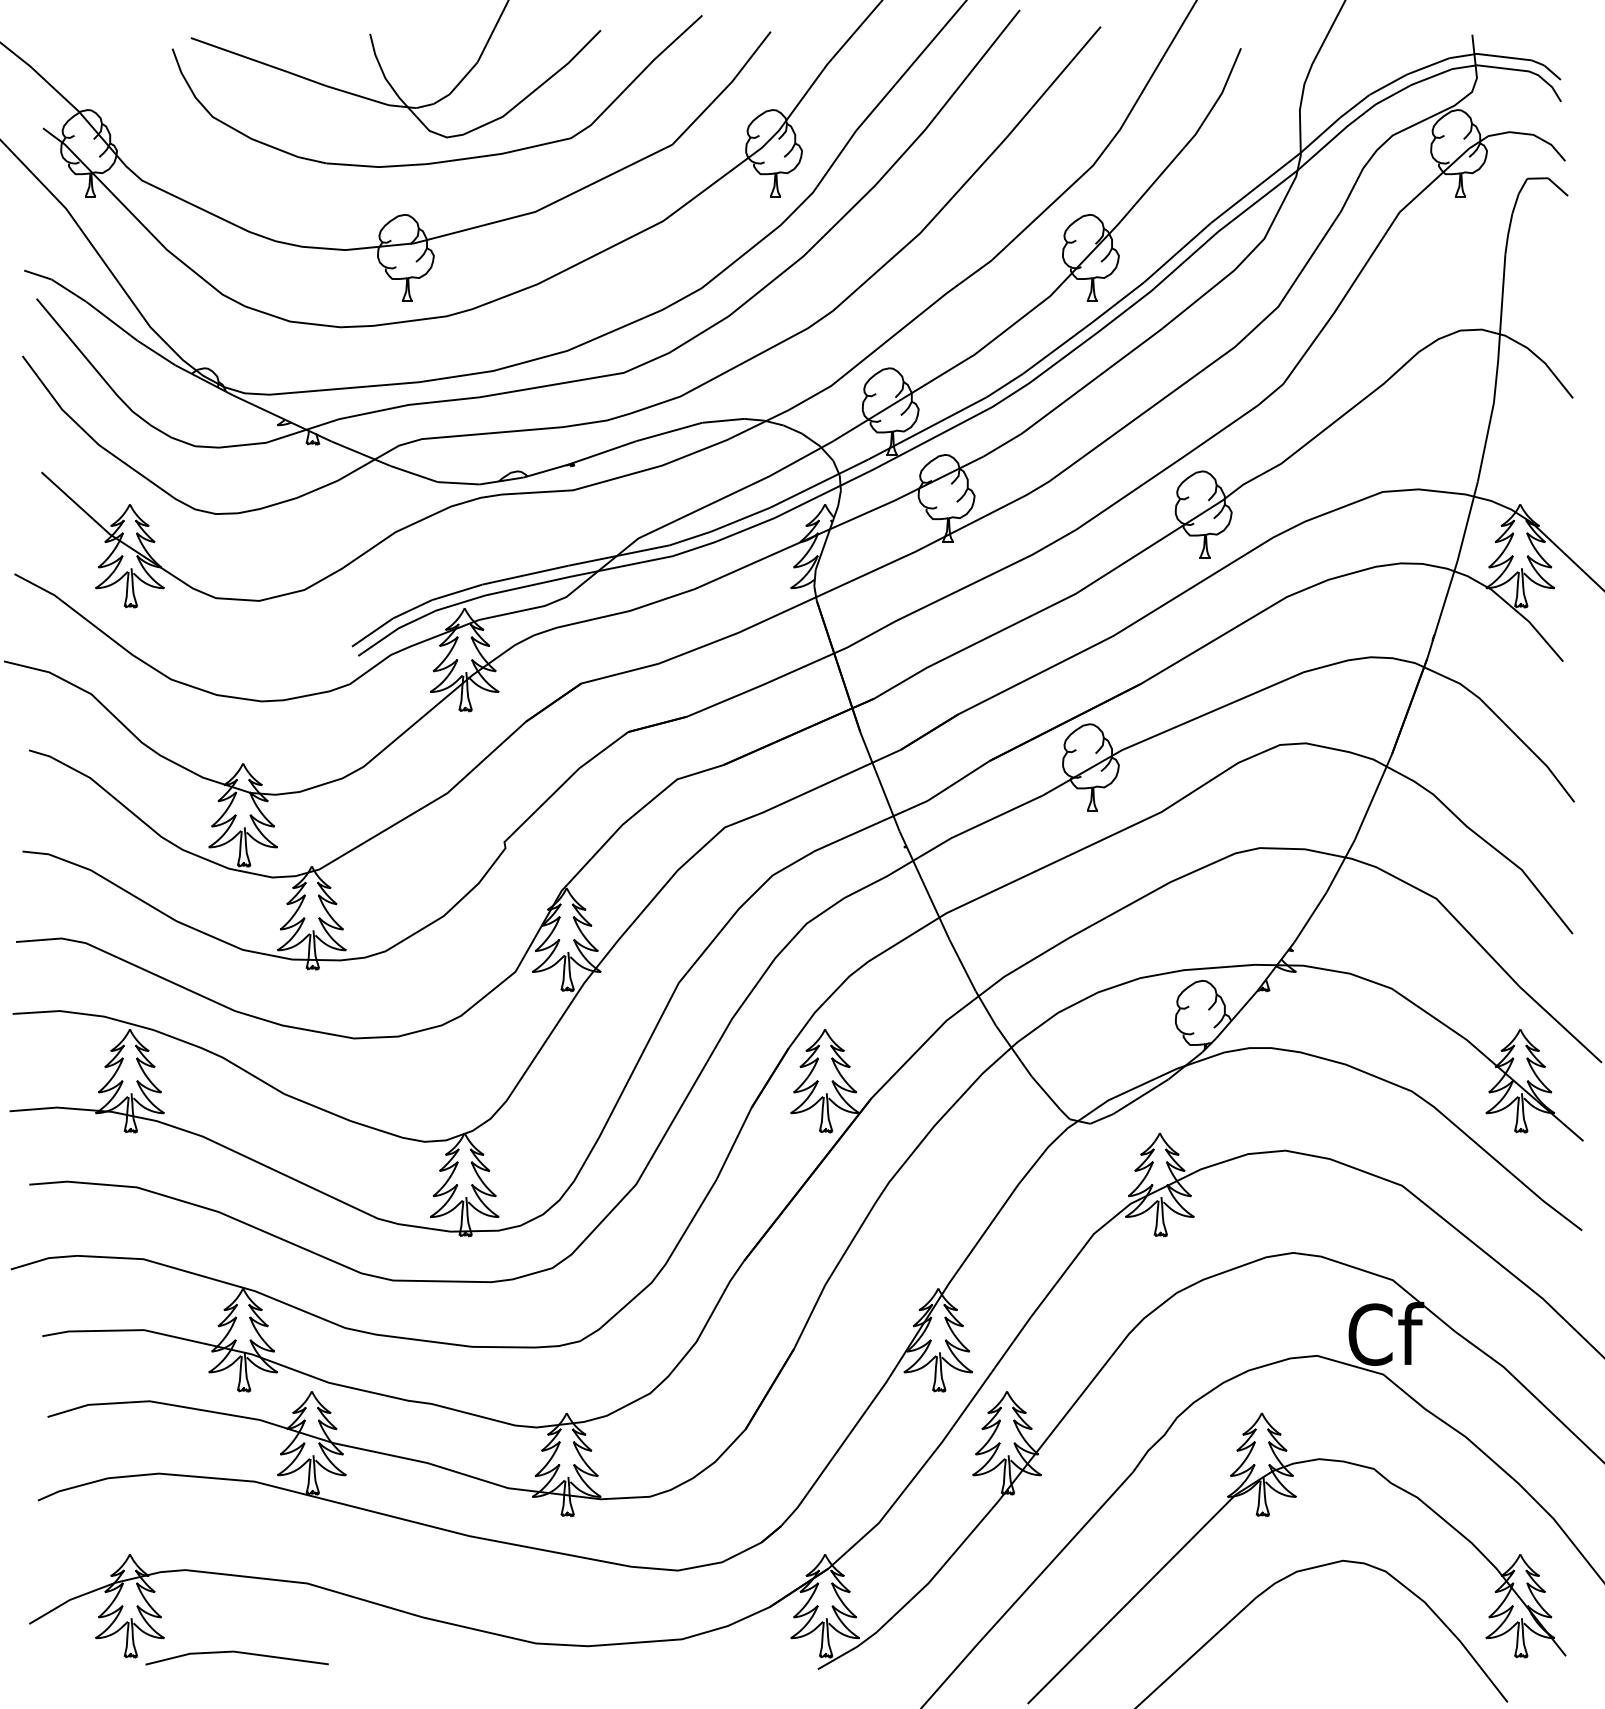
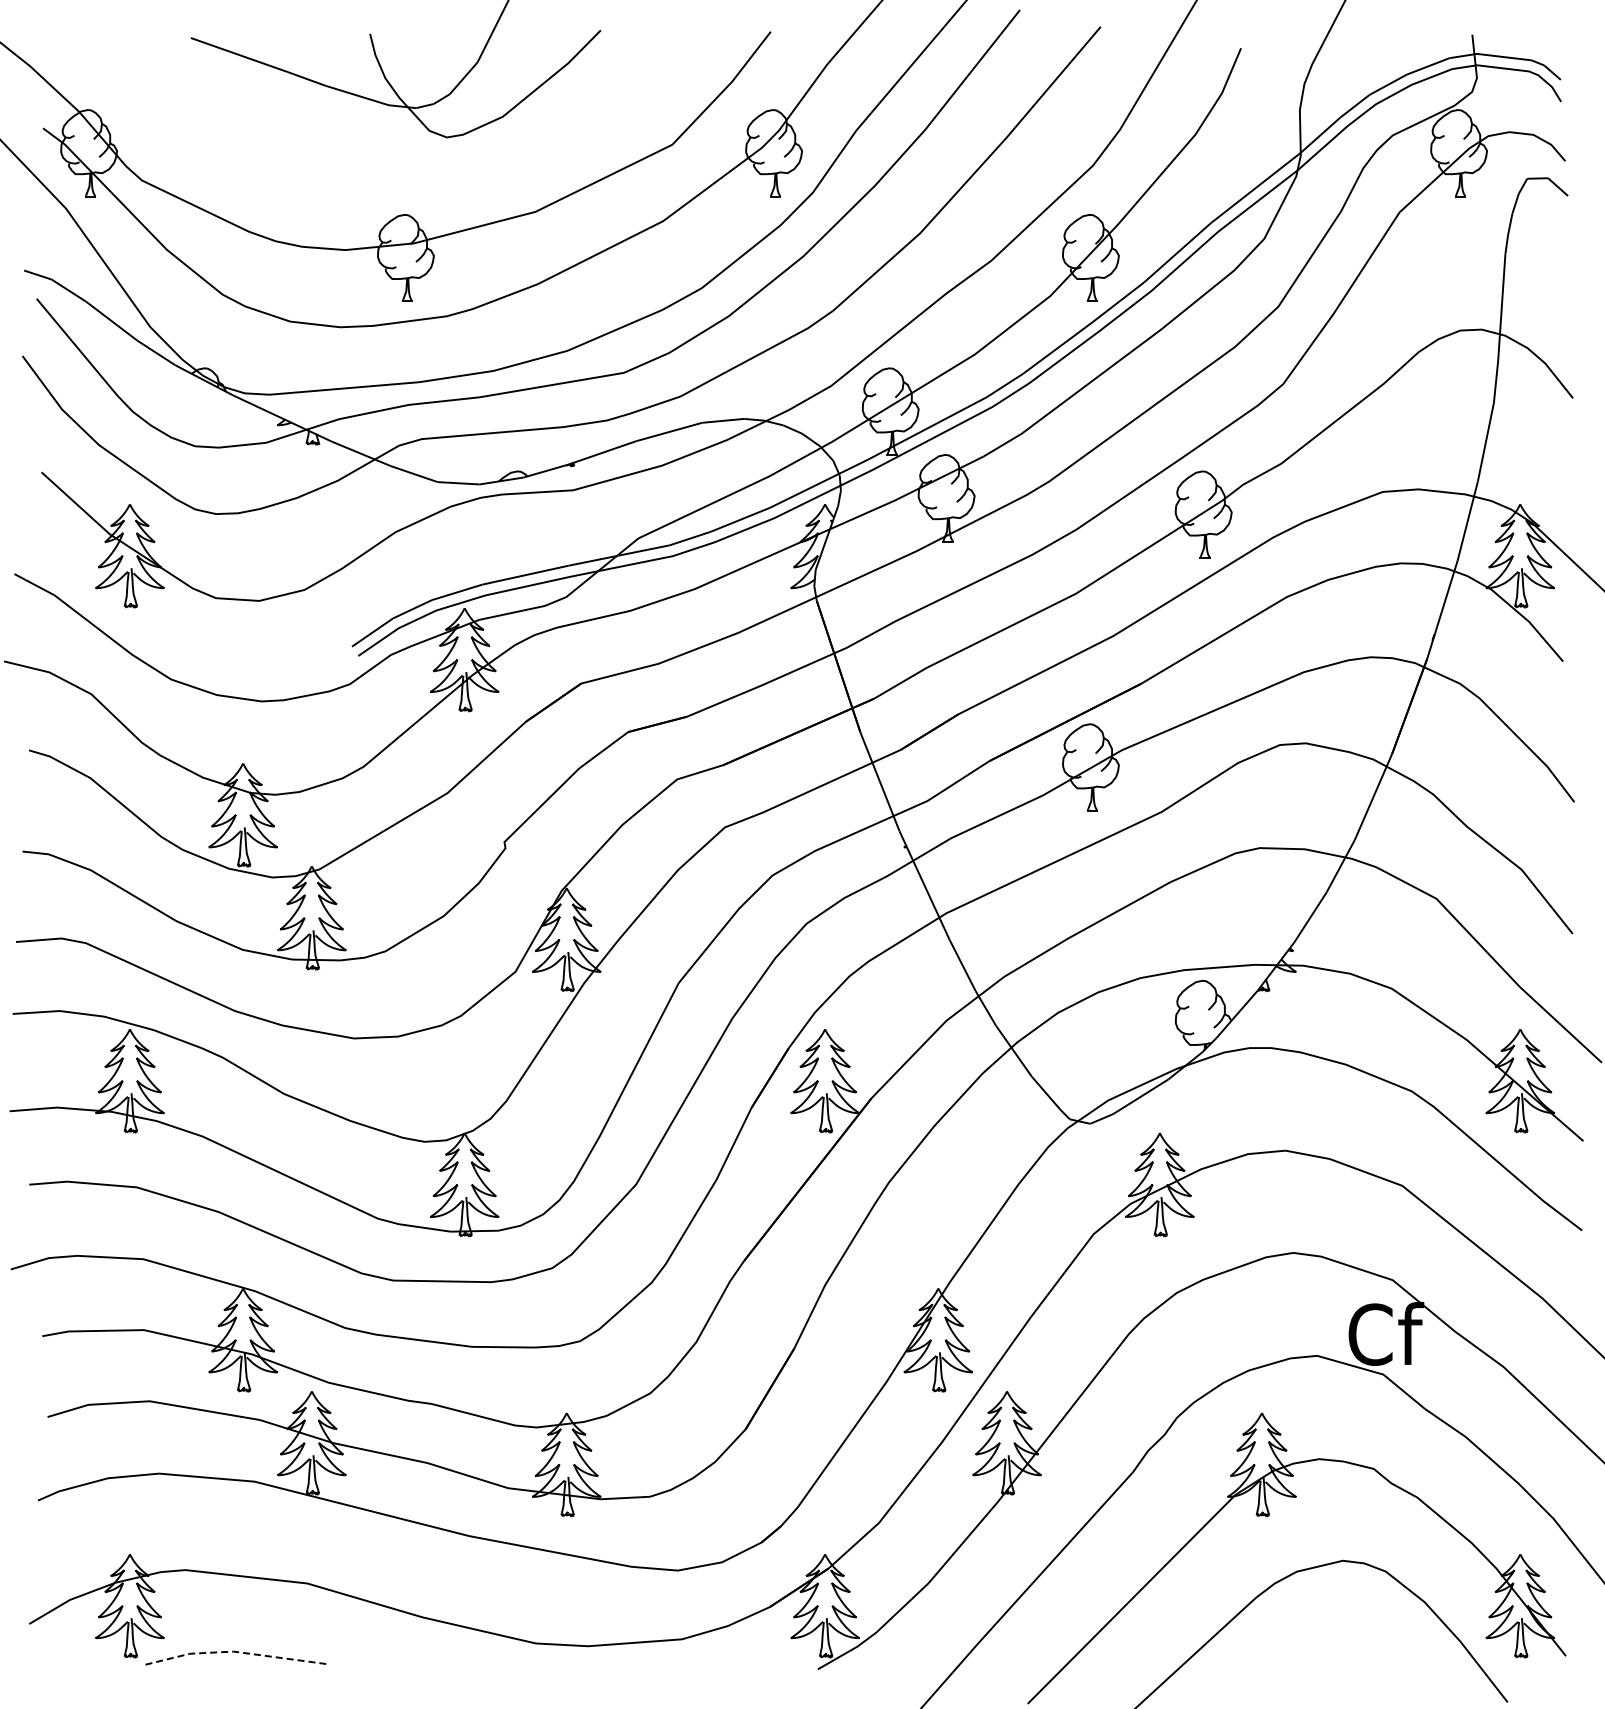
part at (444, 160): present -> none
line at (236, 1651): solid -> dashed
